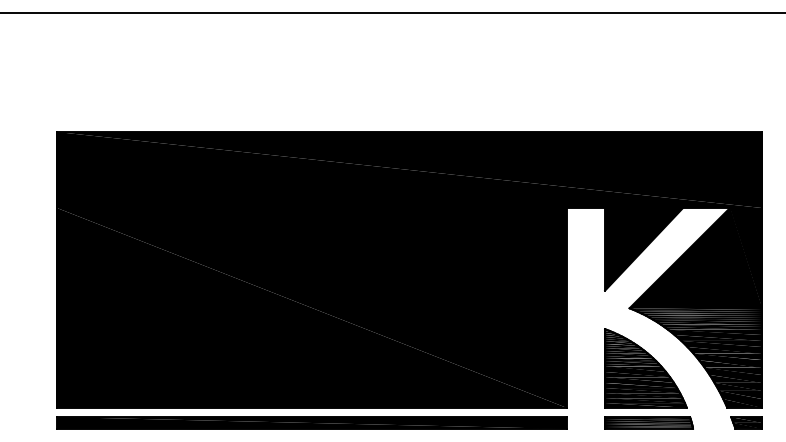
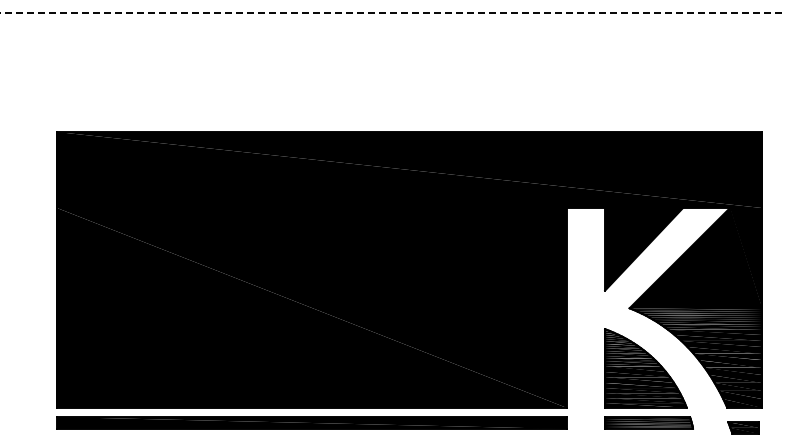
line at (393, 13): solid -> dashed
part at (746, 422) position: (746, 422) -> (743, 427)
